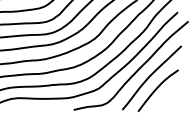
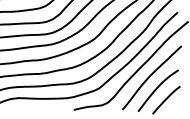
line at (166, 99): none -> present
